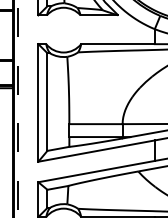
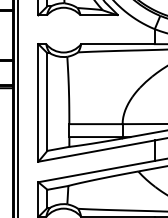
line at (18, 109): dashed -> solid
